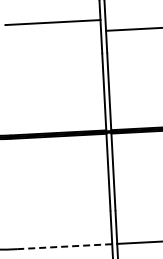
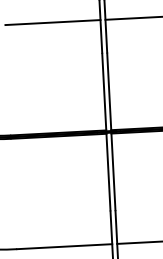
line at (132, 29) position: (132, 29) -> (132, 17)
line at (64, 246): dashed -> solid
